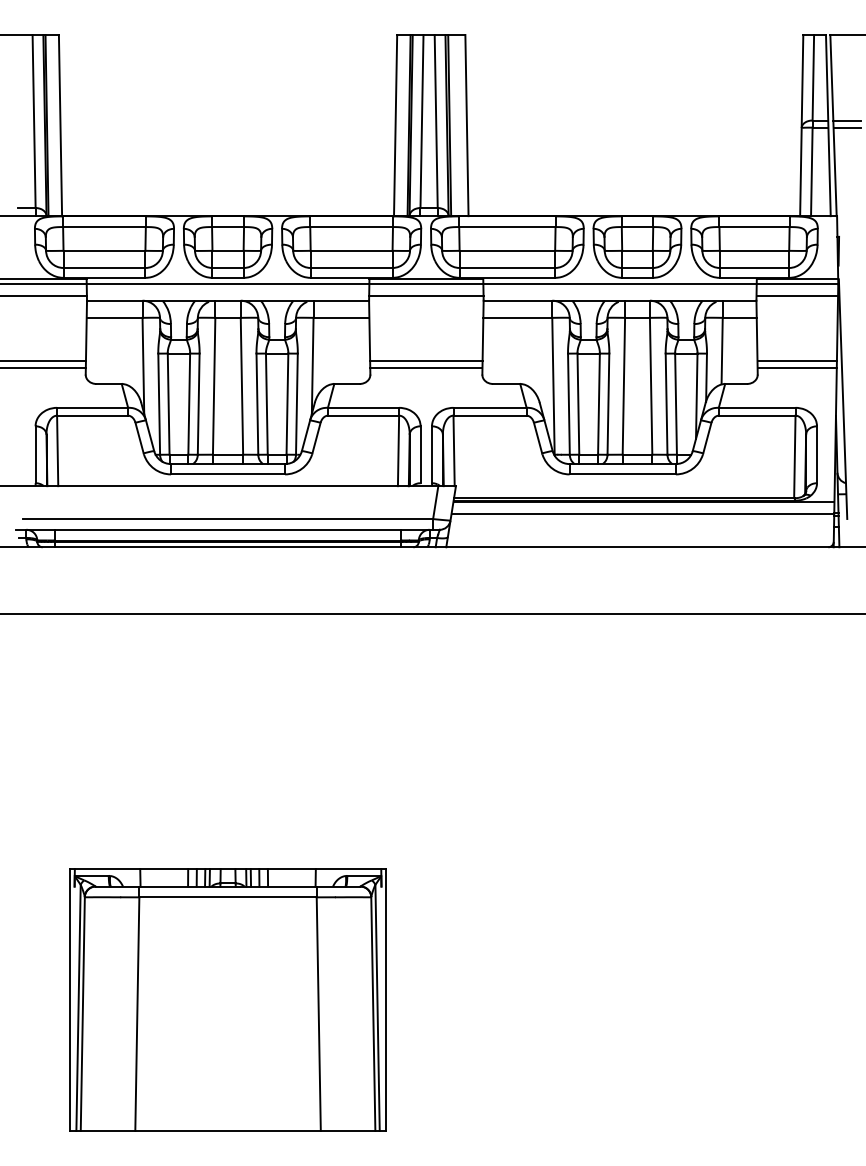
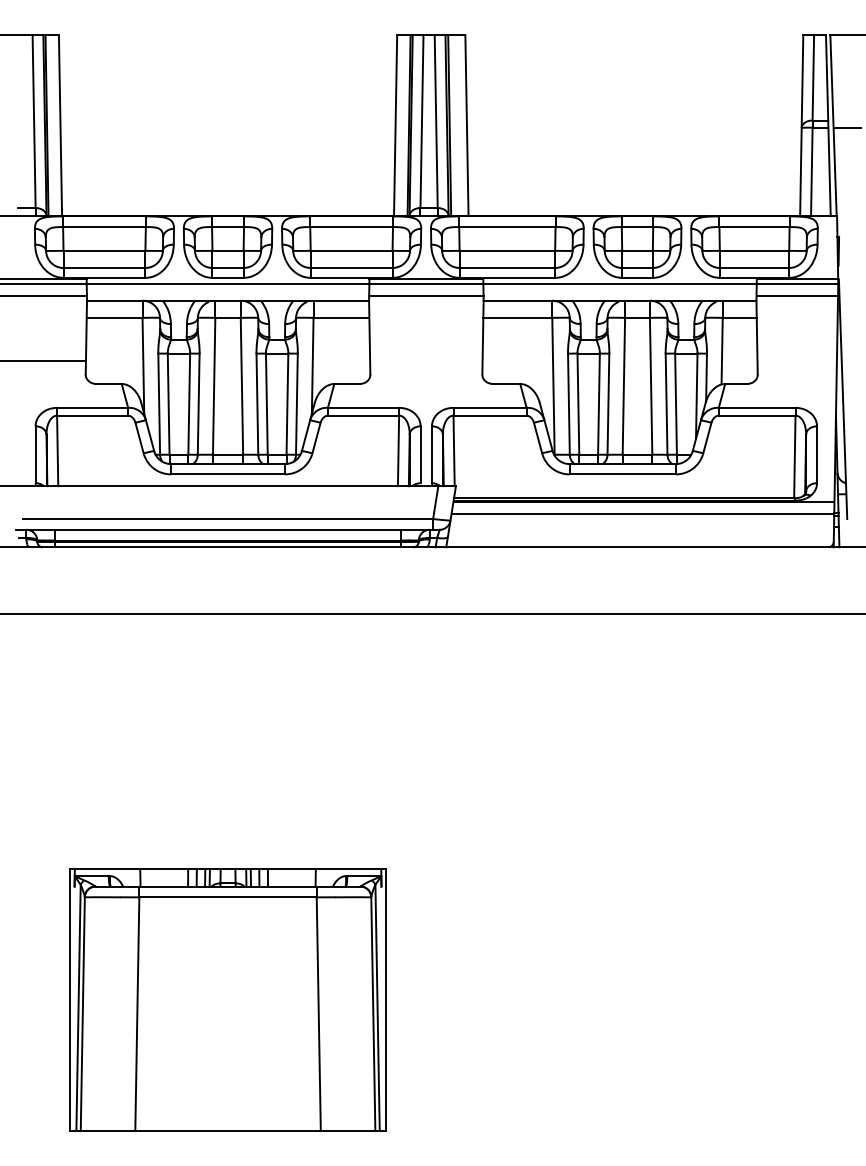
line at (847, 120): present -> none
line at (426, 361): present -> none
line at (796, 361): present -> none
line at (43, 368): present -> none
line at (426, 368): present -> none
line at (796, 368): present -> none
